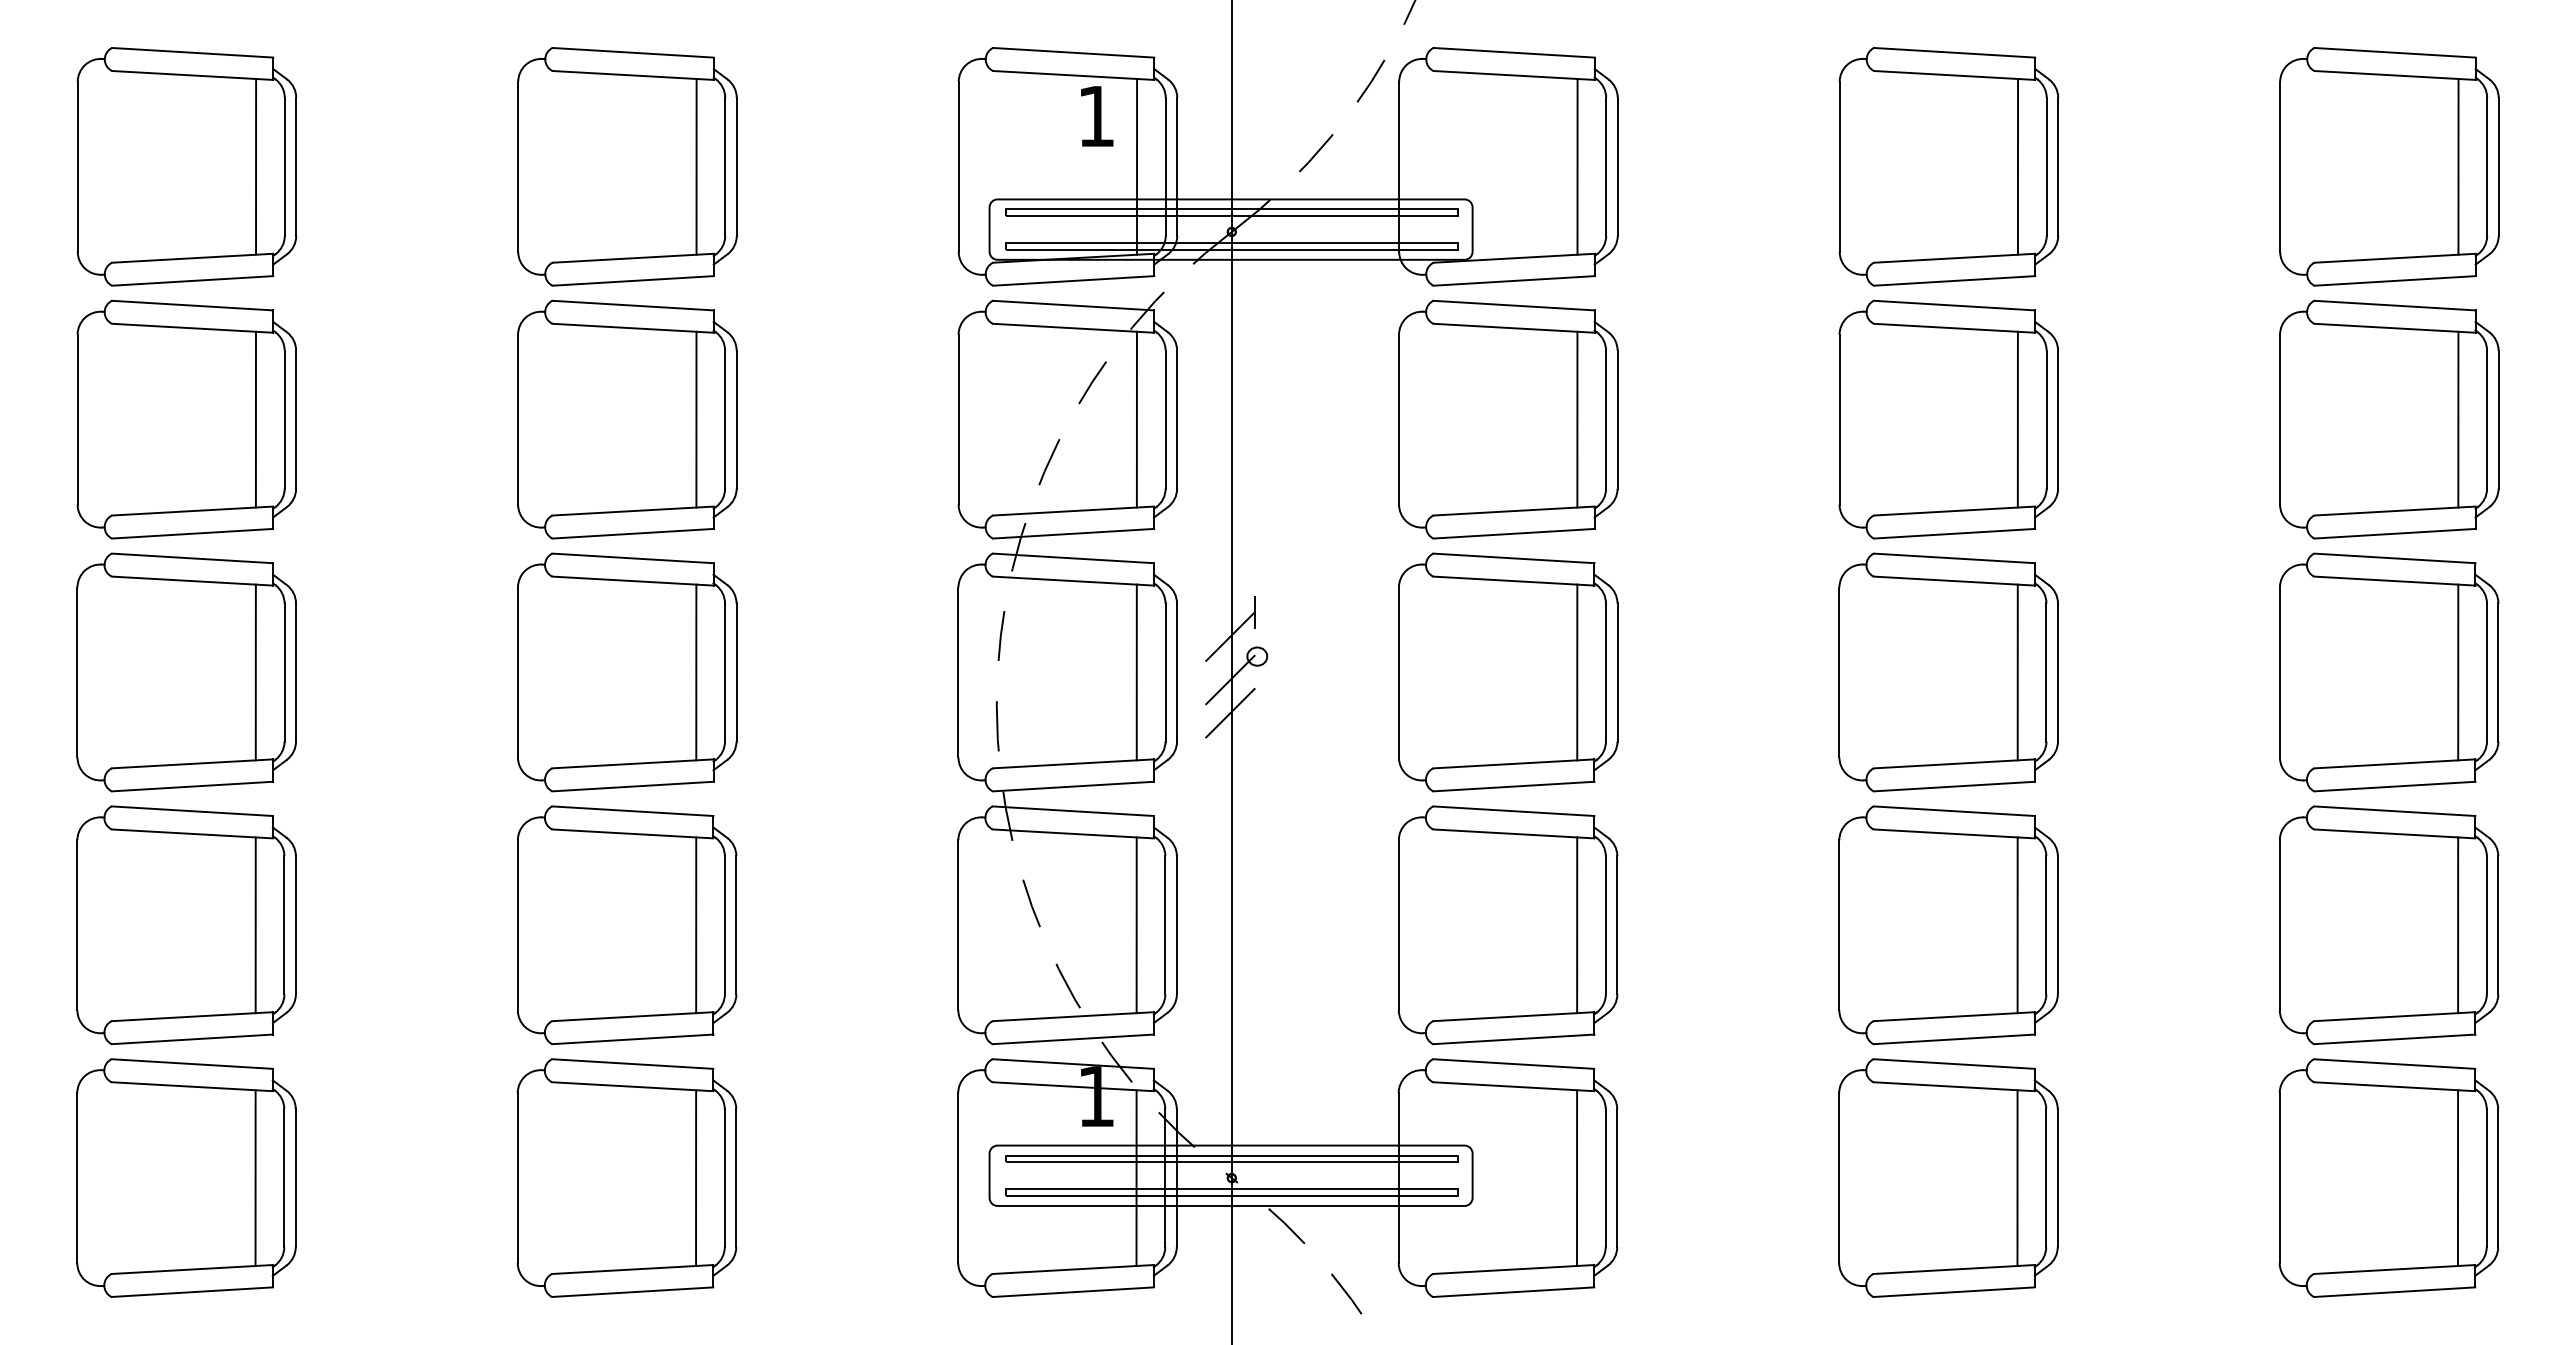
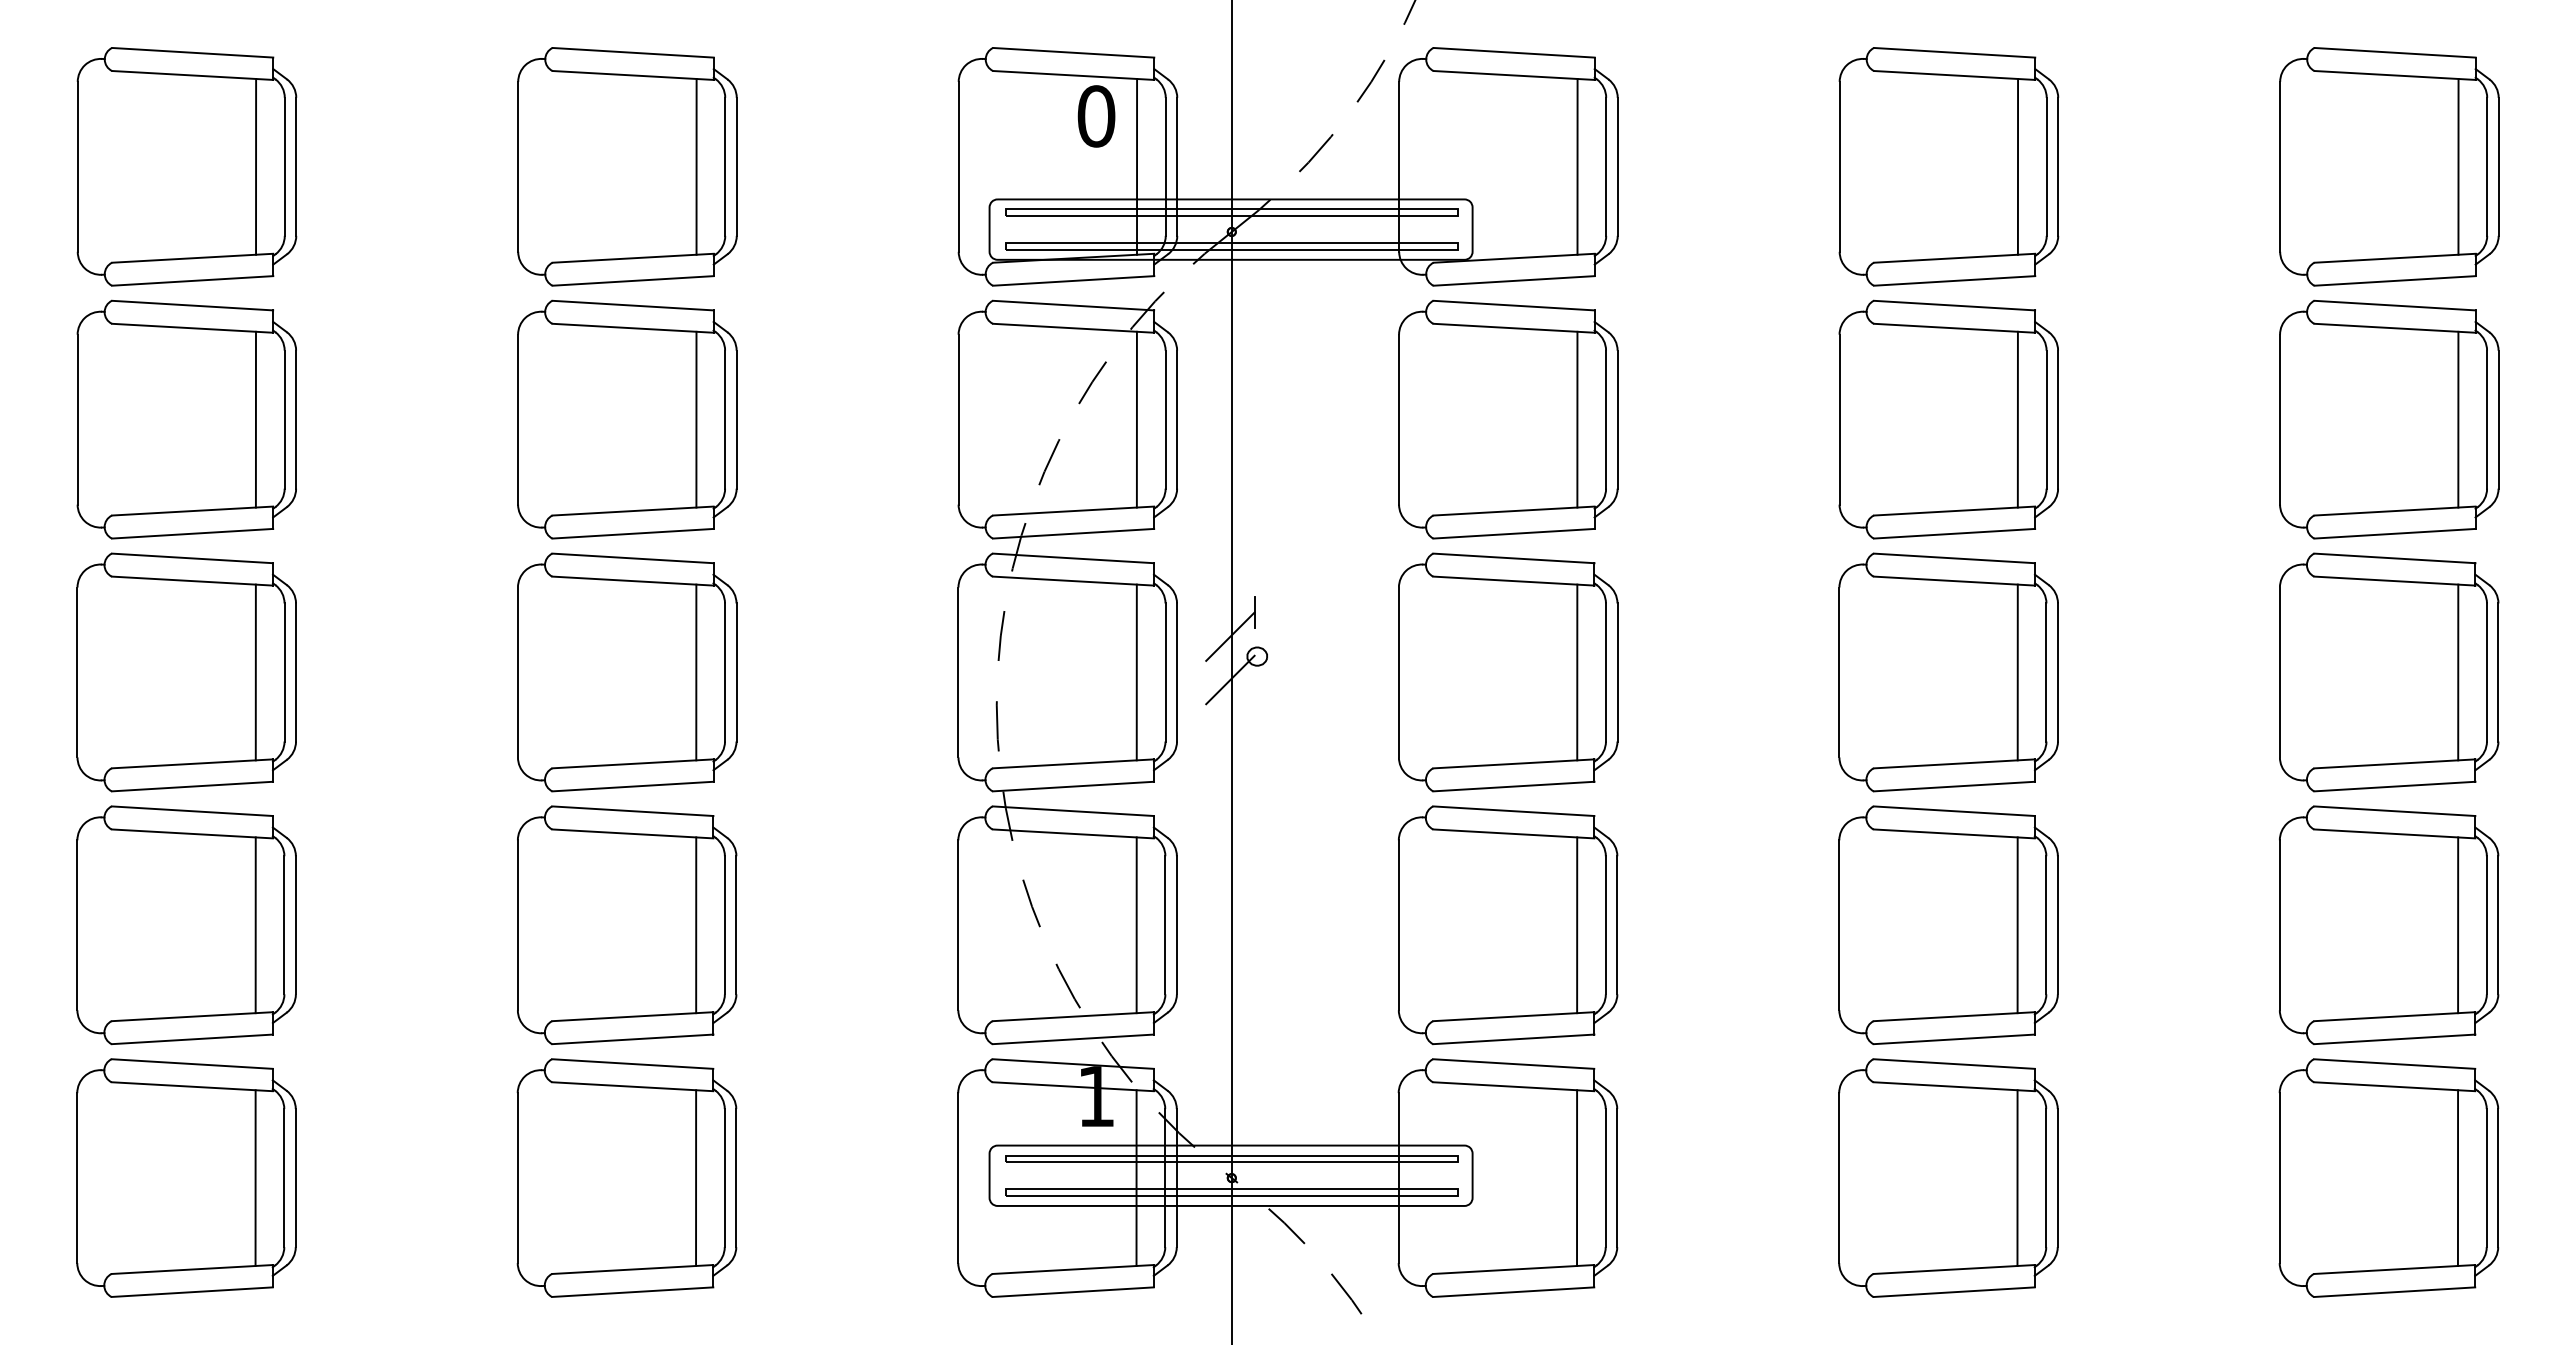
text at (1096, 116): 1 -> 0
line at (1230, 713): present -> none
